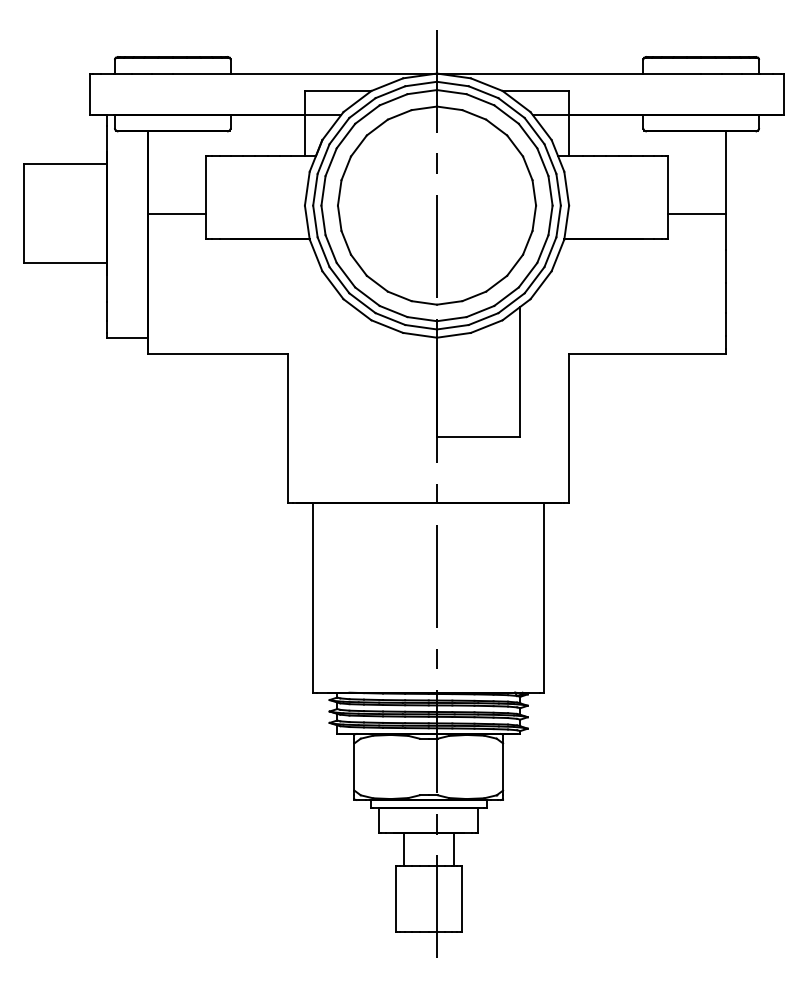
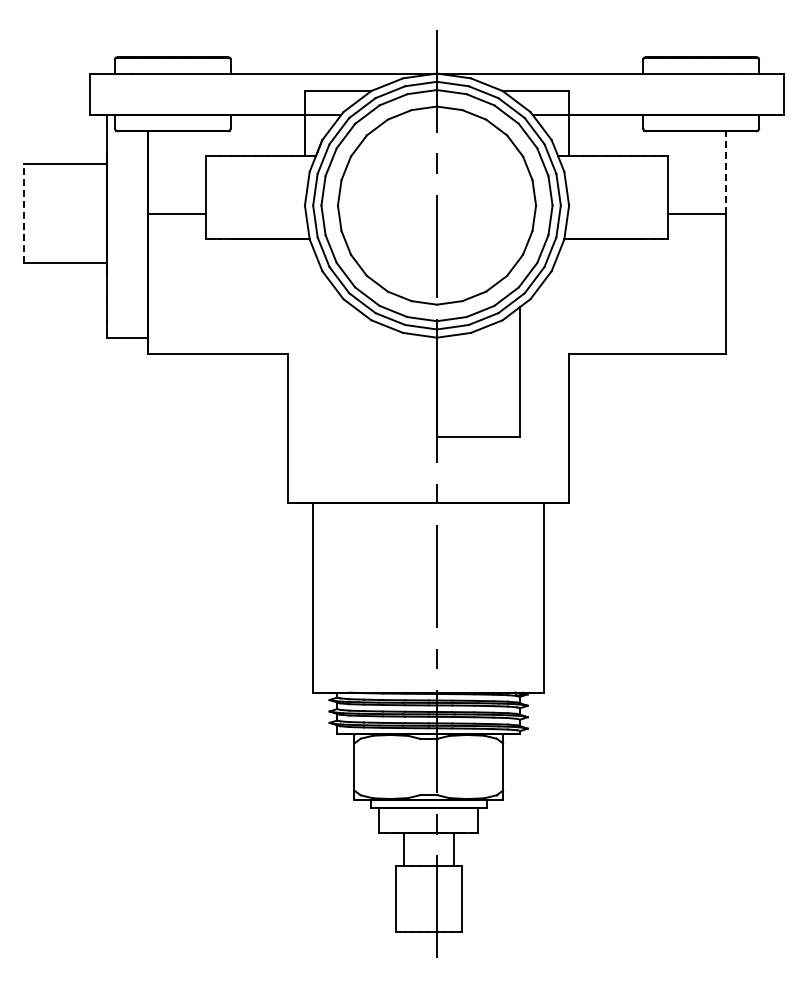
line at (725, 172): solid -> dashed
line at (24, 213): solid -> dashed
